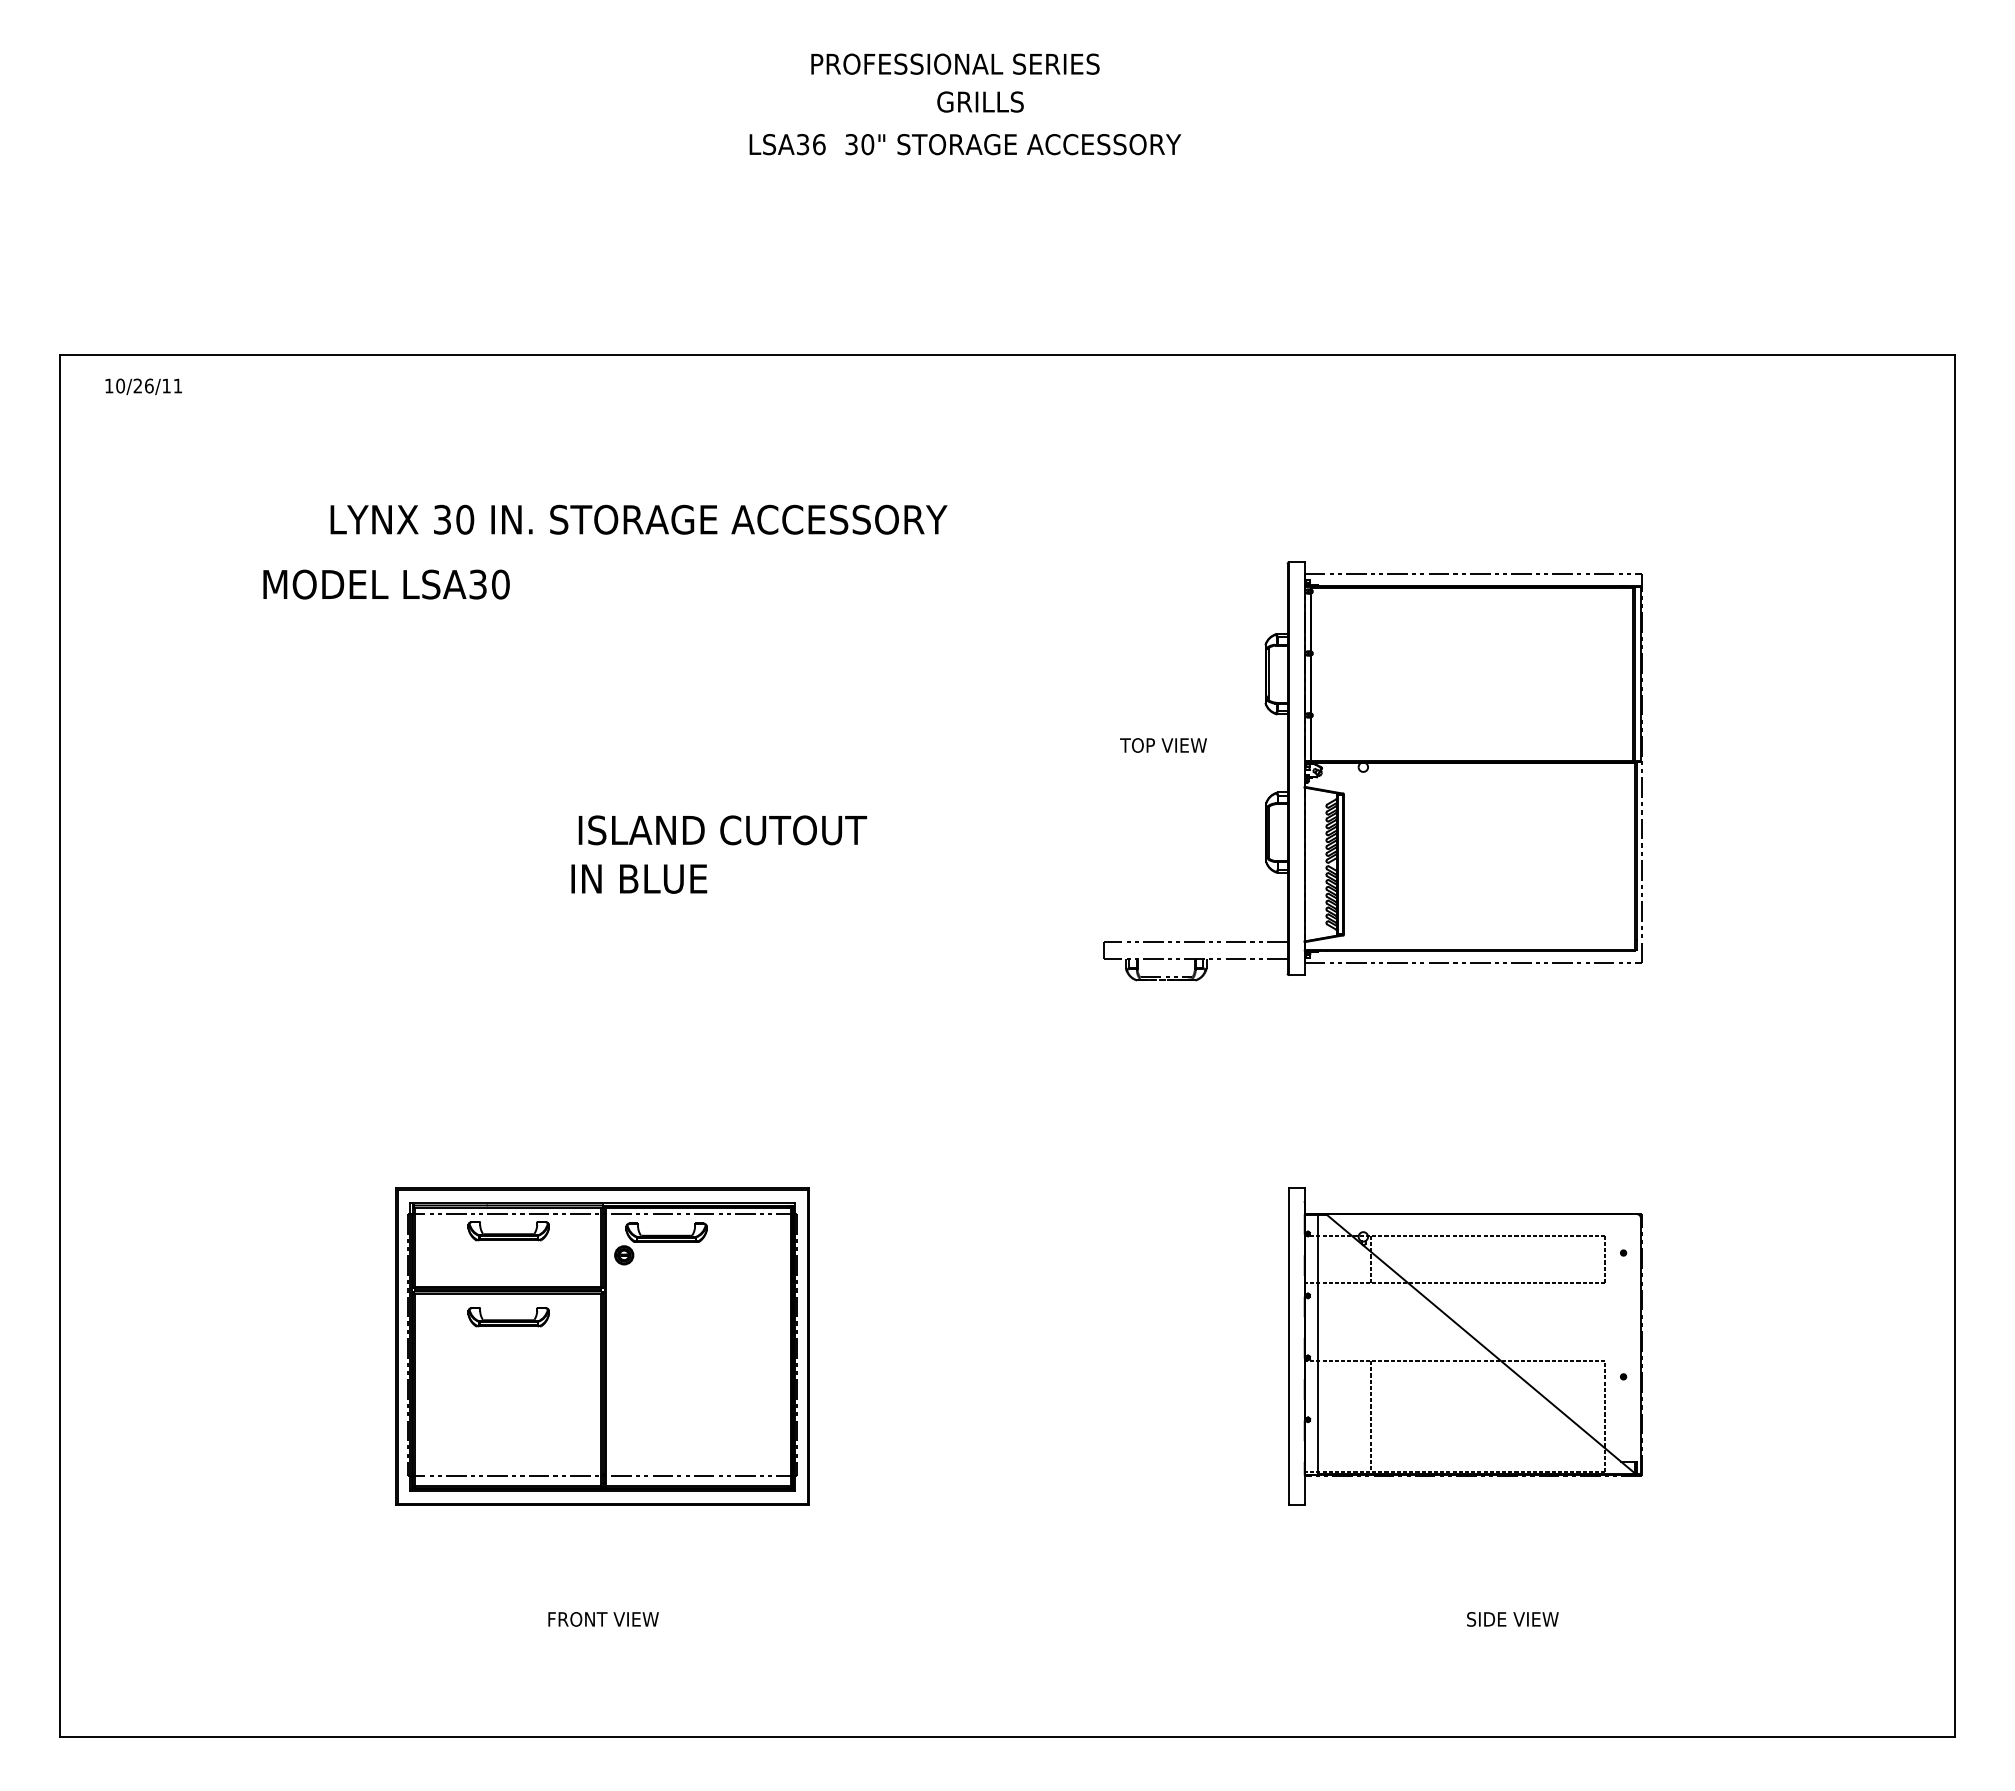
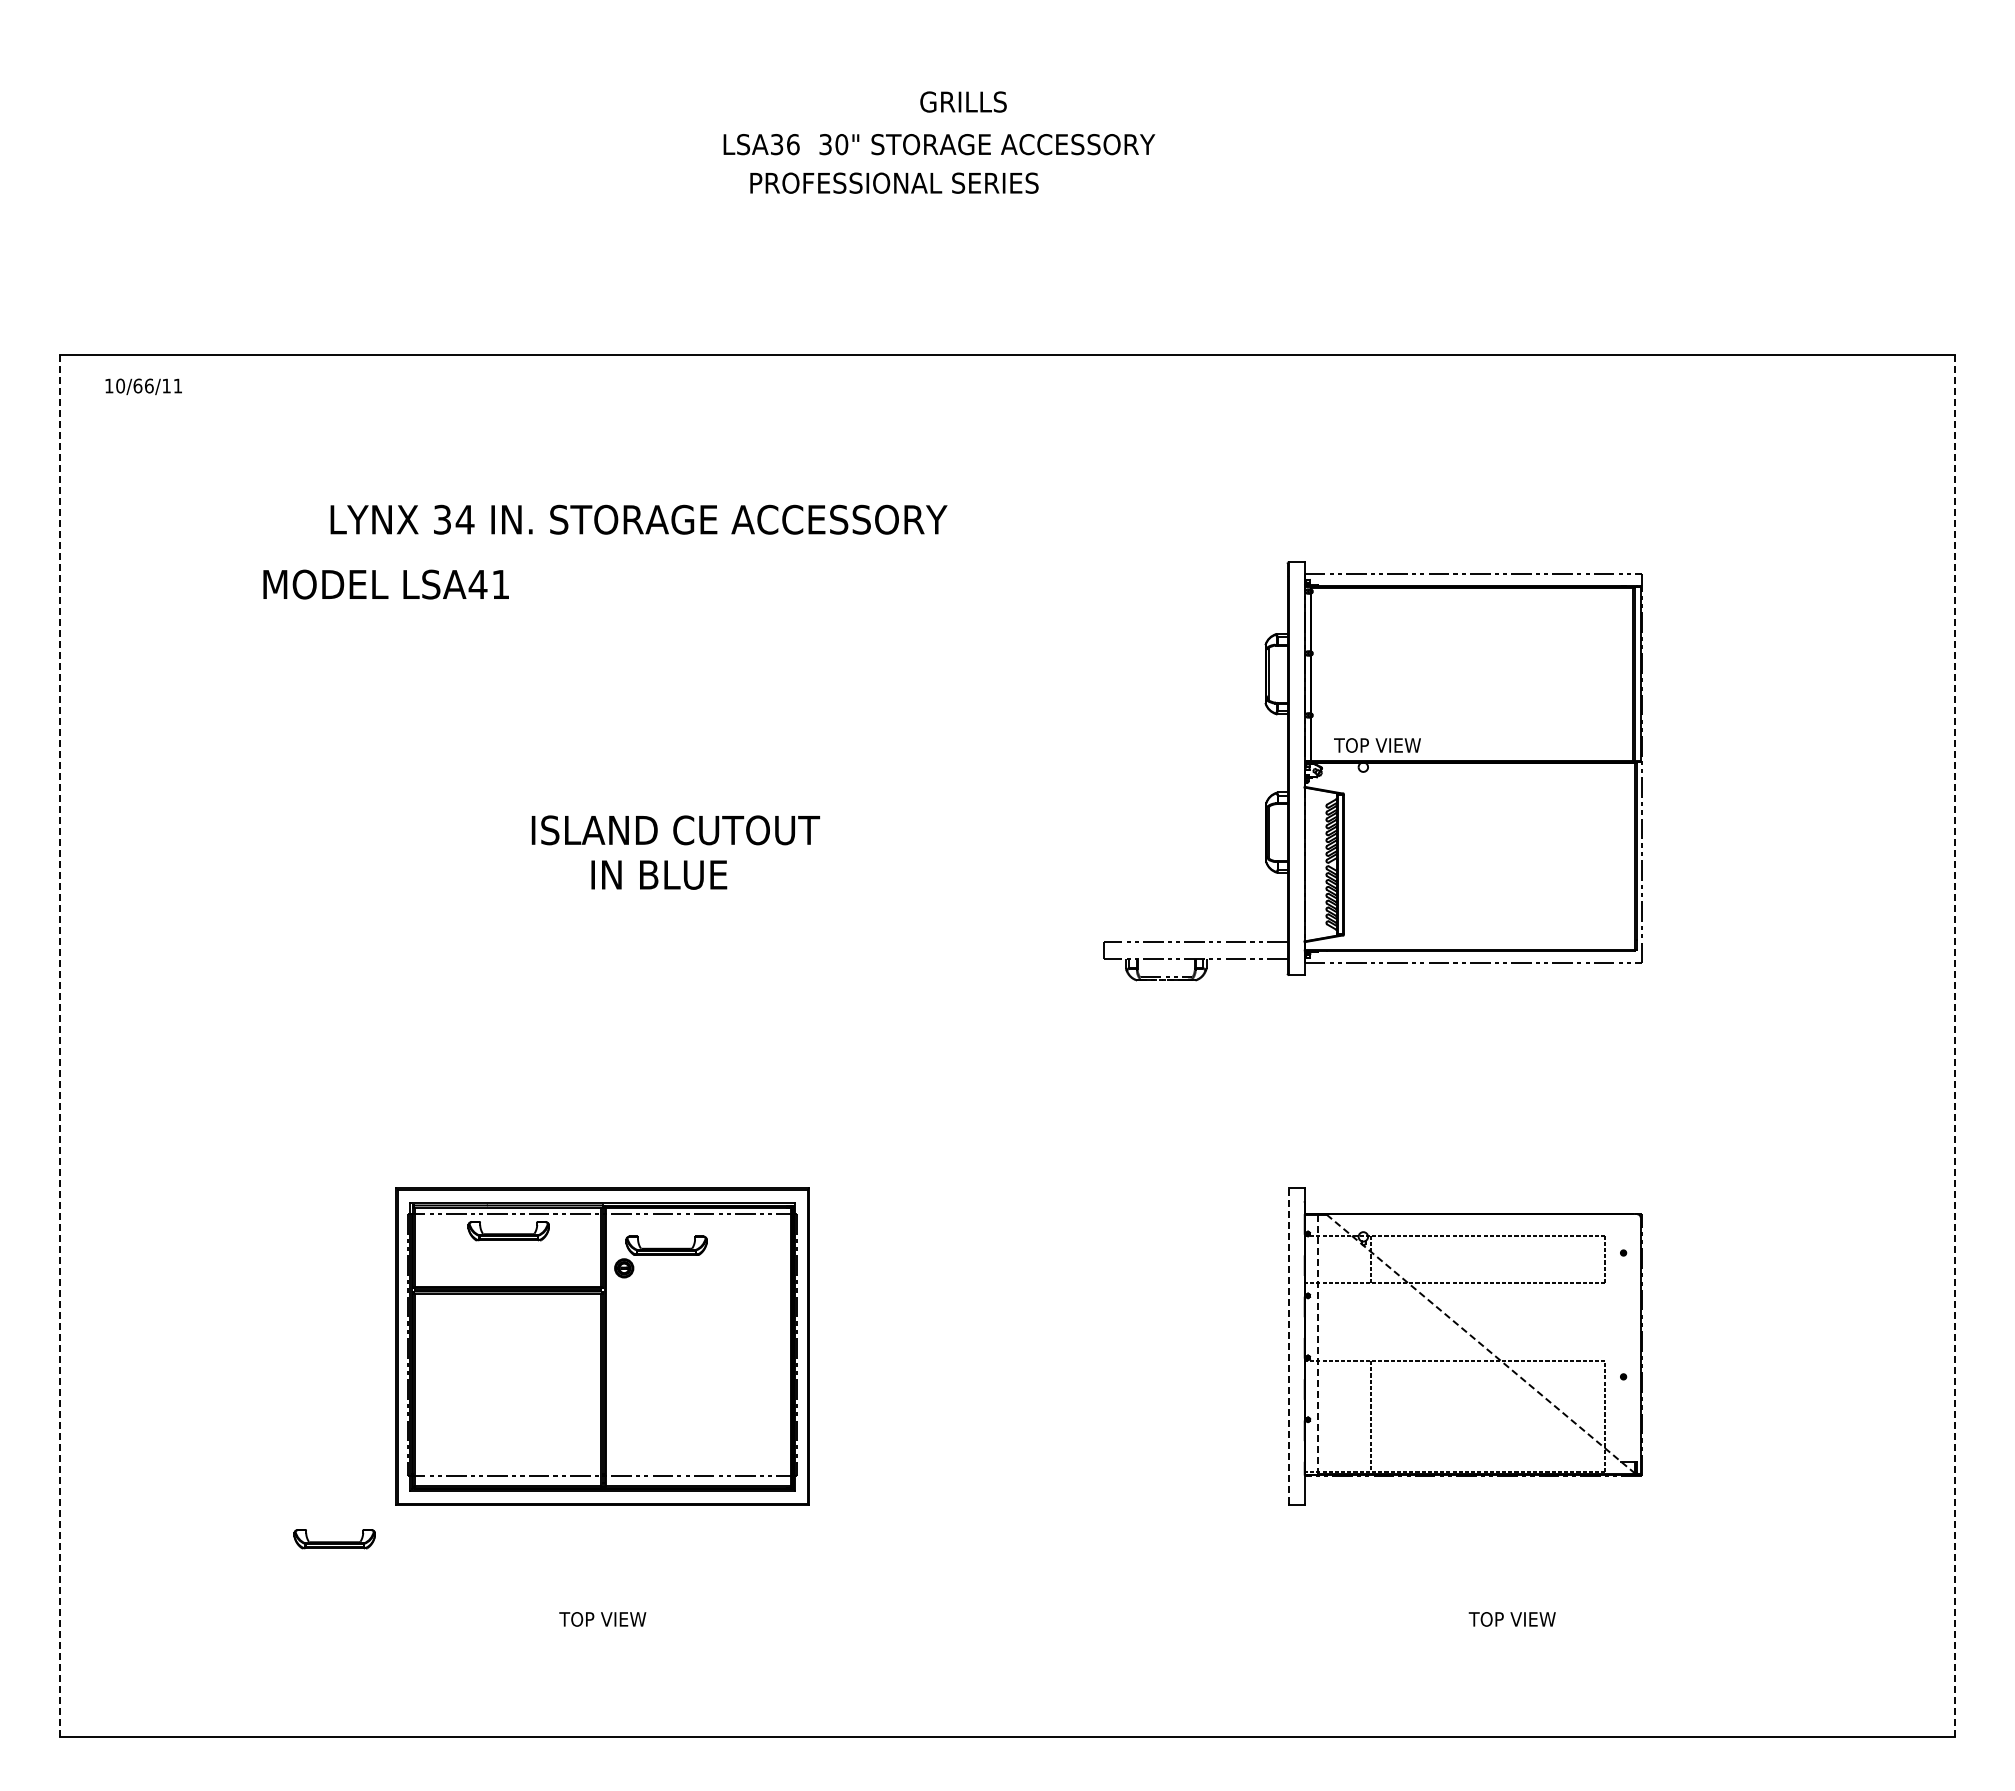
text at (955, 63) position: (955, 63) -> (894, 182)
text at (980, 101) position: (980, 101) -> (963, 101)
text at (965, 144) position: (965, 144) -> (939, 144)
text at (137, 385): 10/26/11 -> 10/66/11
text at (464, 519): 30 -> 34
text at (488, 584): LSA30 -> LSA41
text at (1163, 745) position: (1163, 745) -> (1377, 745)
text at (722, 830) position: (722, 830) -> (675, 830)
text at (639, 878) position: (639, 878) -> (659, 874)
line at (1954, 1045): solid -> dashed
line at (60, 1046): solid -> dashed
part at (660, 1243) position: (660, 1243) -> (660, 1256)
part at (508, 1317) position: (508, 1317) -> (334, 1539)
line at (1481, 1344): solid -> dashed
line at (1317, 1345): solid -> dashed
line at (1288, 1346): solid -> dashed
text at (603, 1619): FRONT VIEW -> TOP VIEW
text at (1512, 1619): SIDE VIEW -> TOP VIEW
